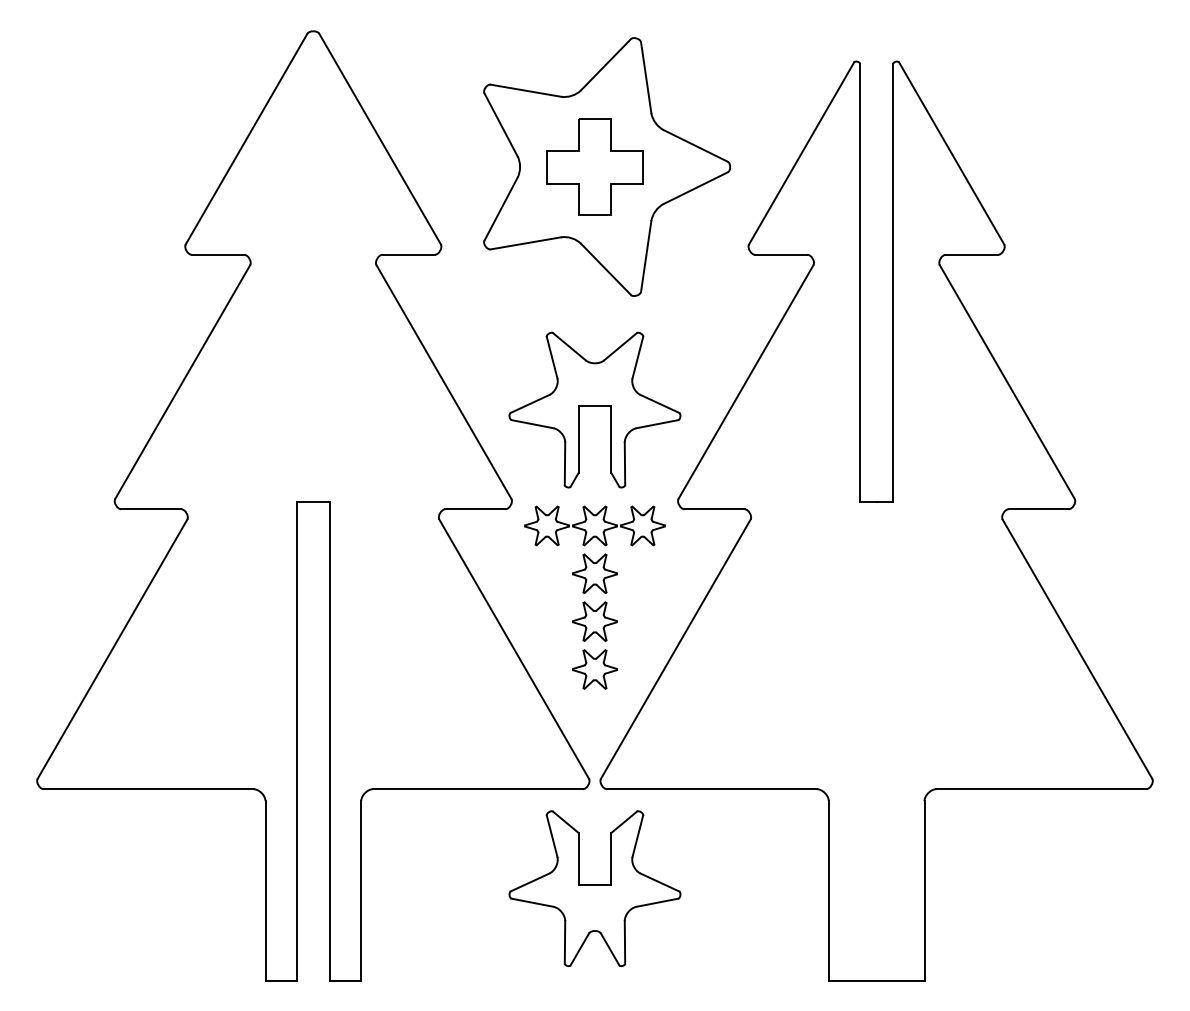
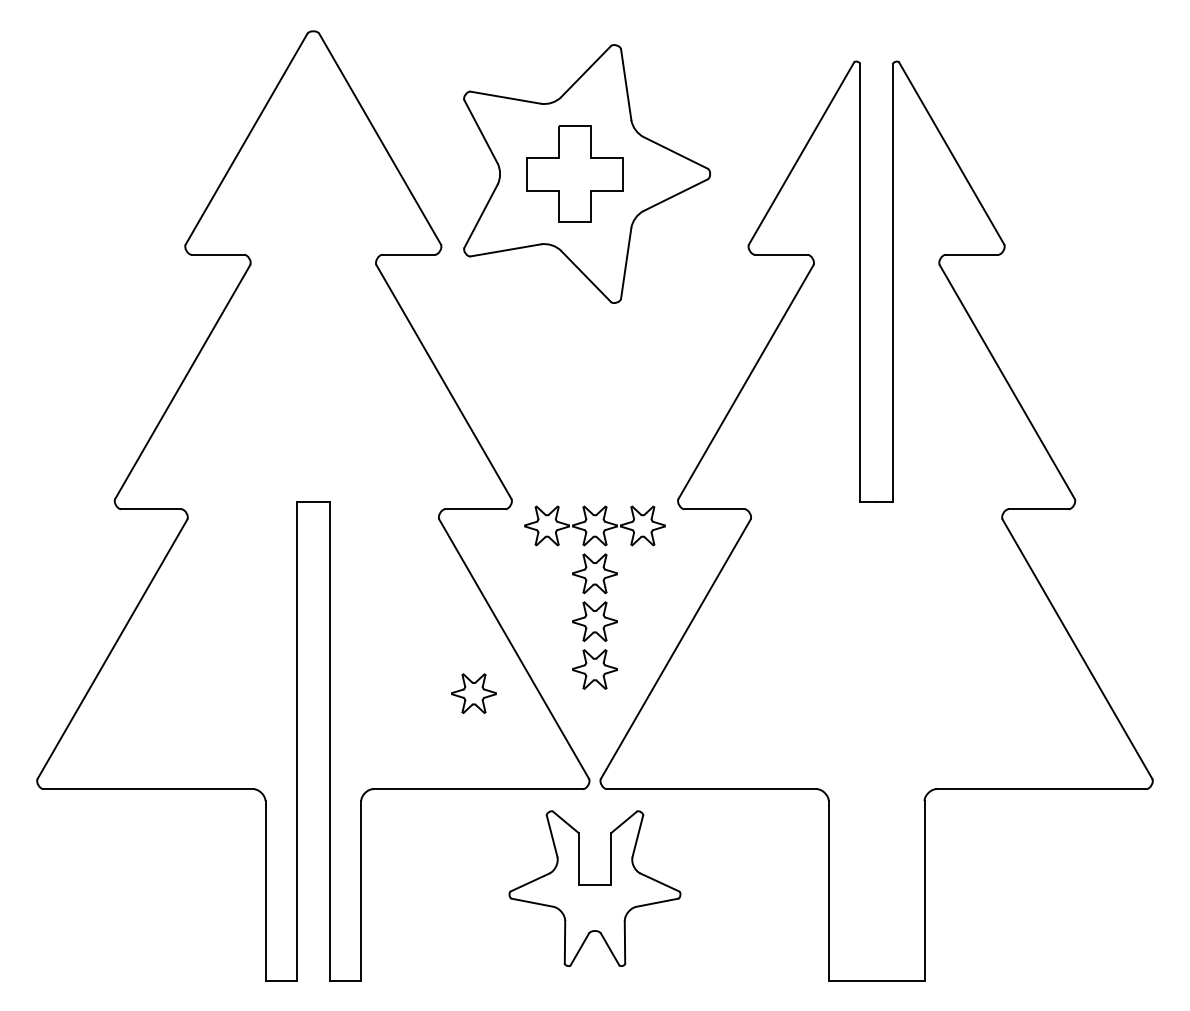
part at (606, 166) position: (606, 166) -> (586, 173)
part at (594, 409): present -> none
part at (473, 693): none -> present
